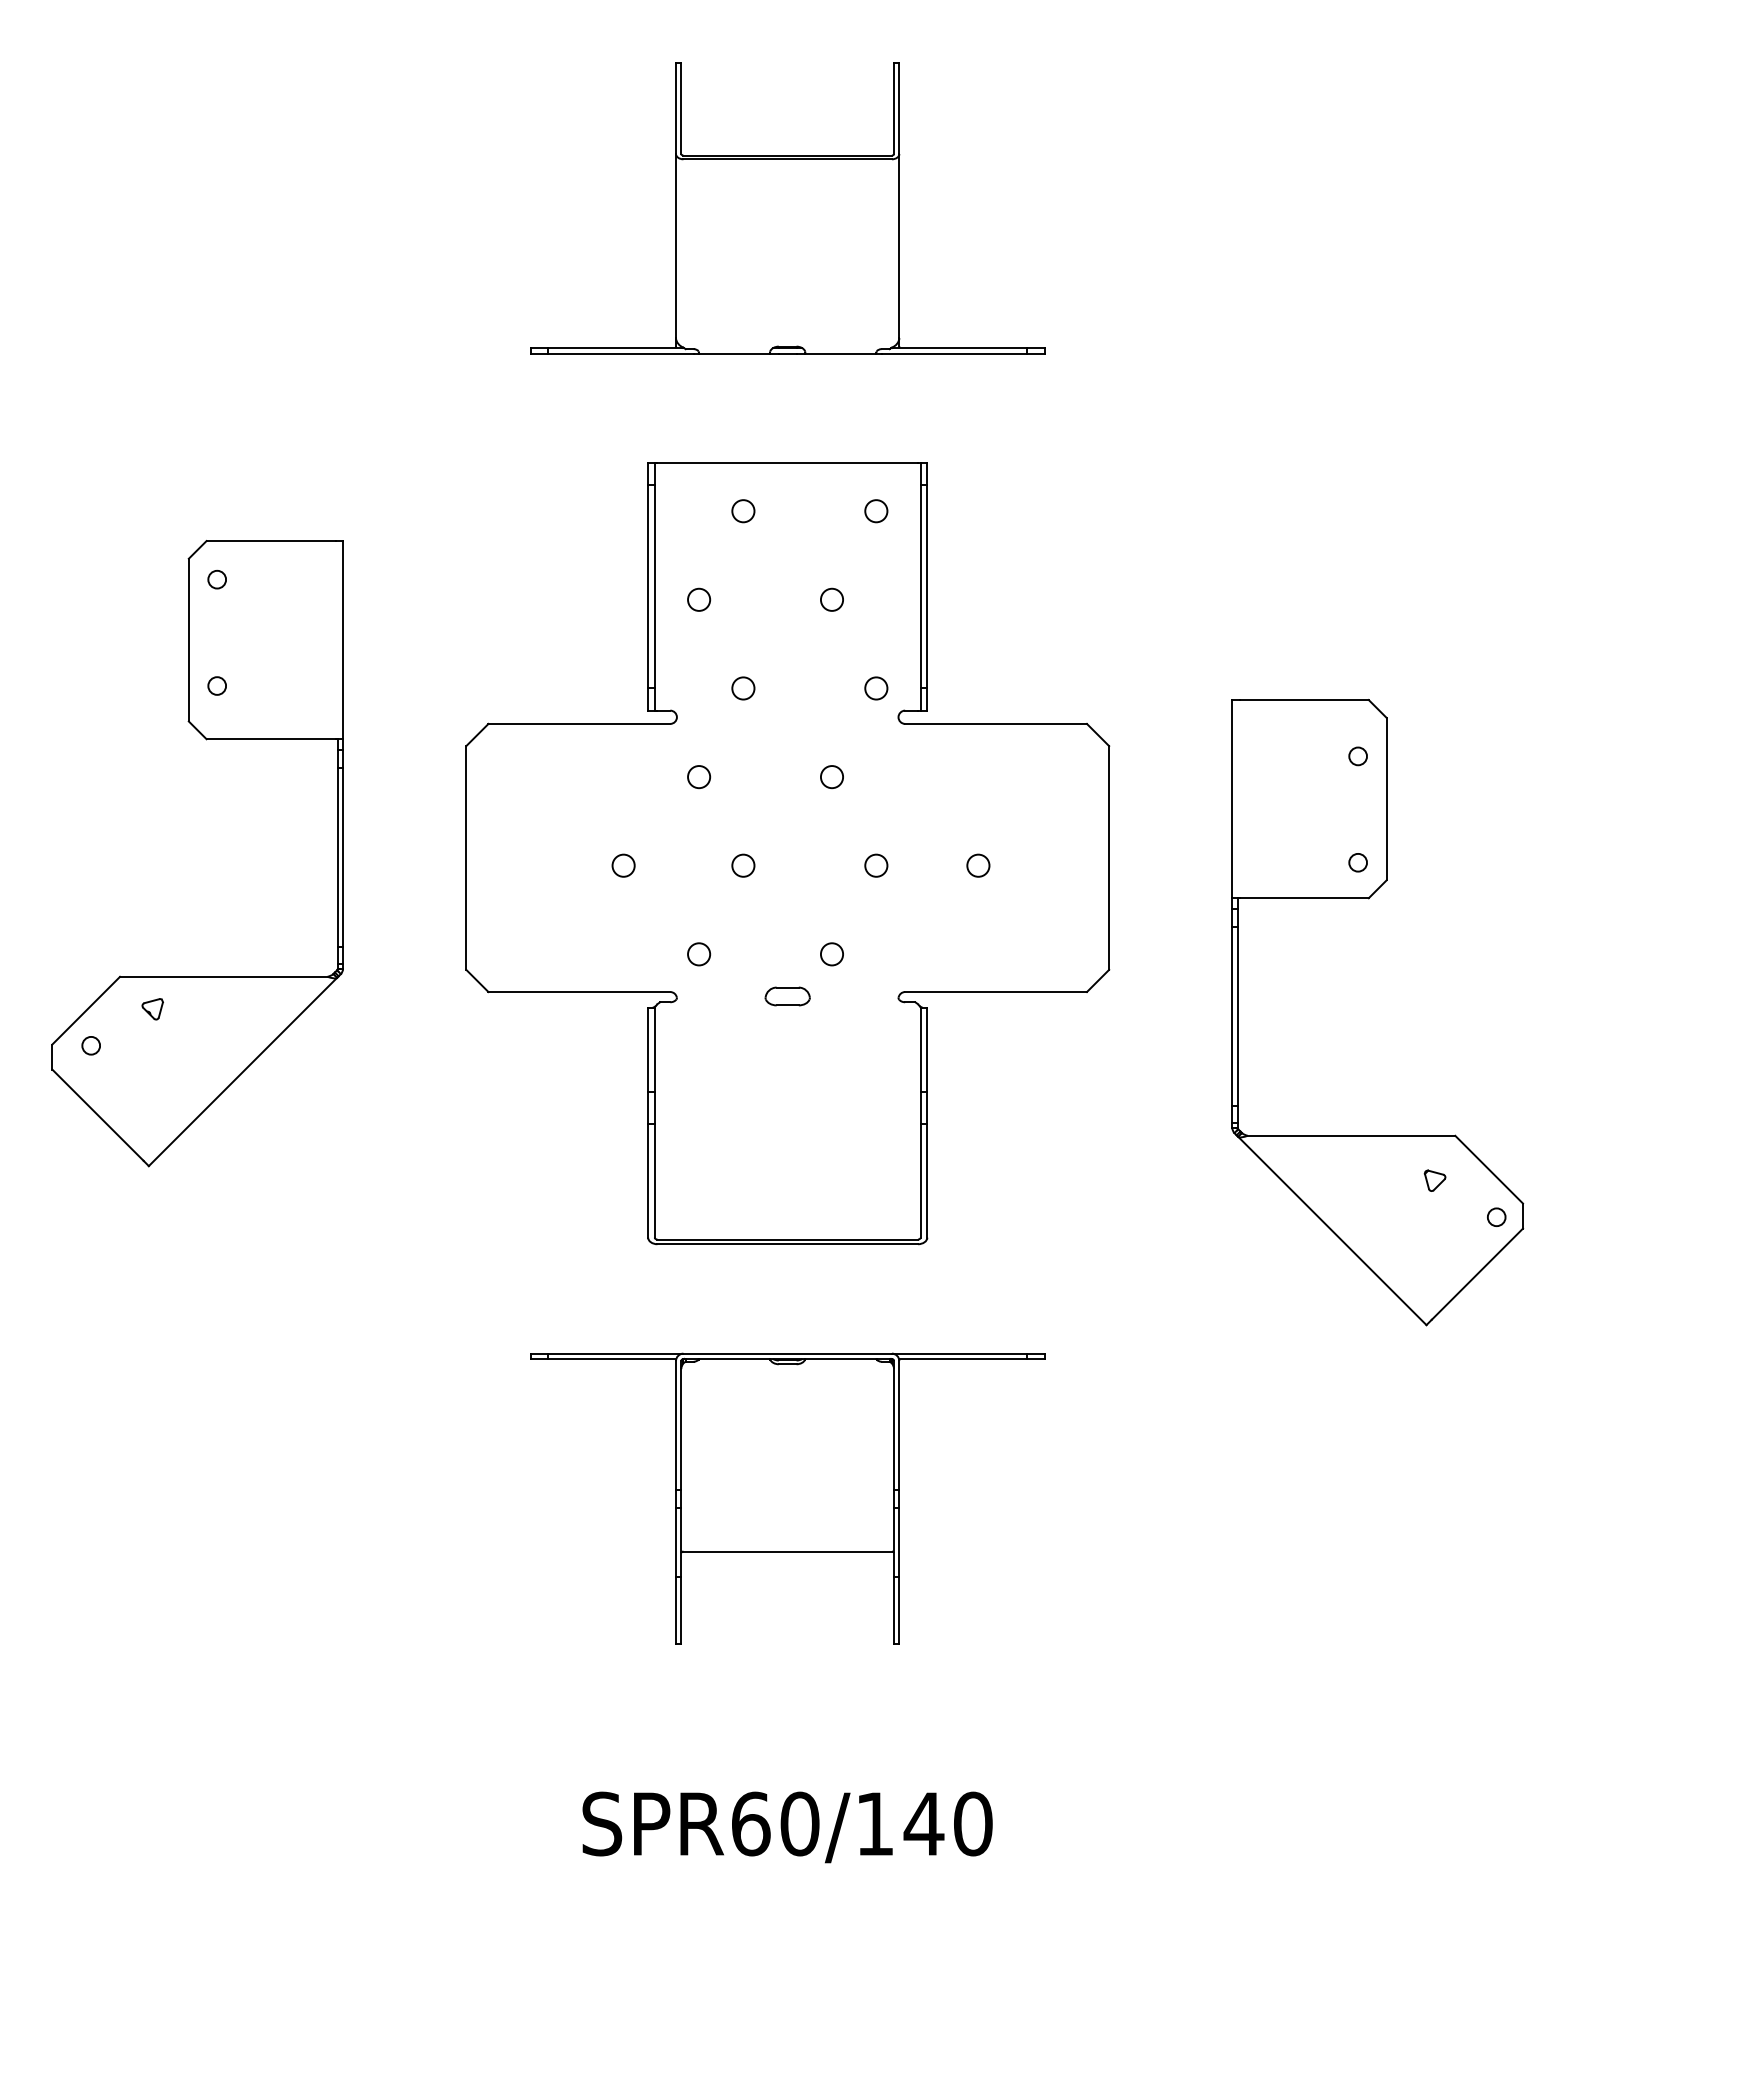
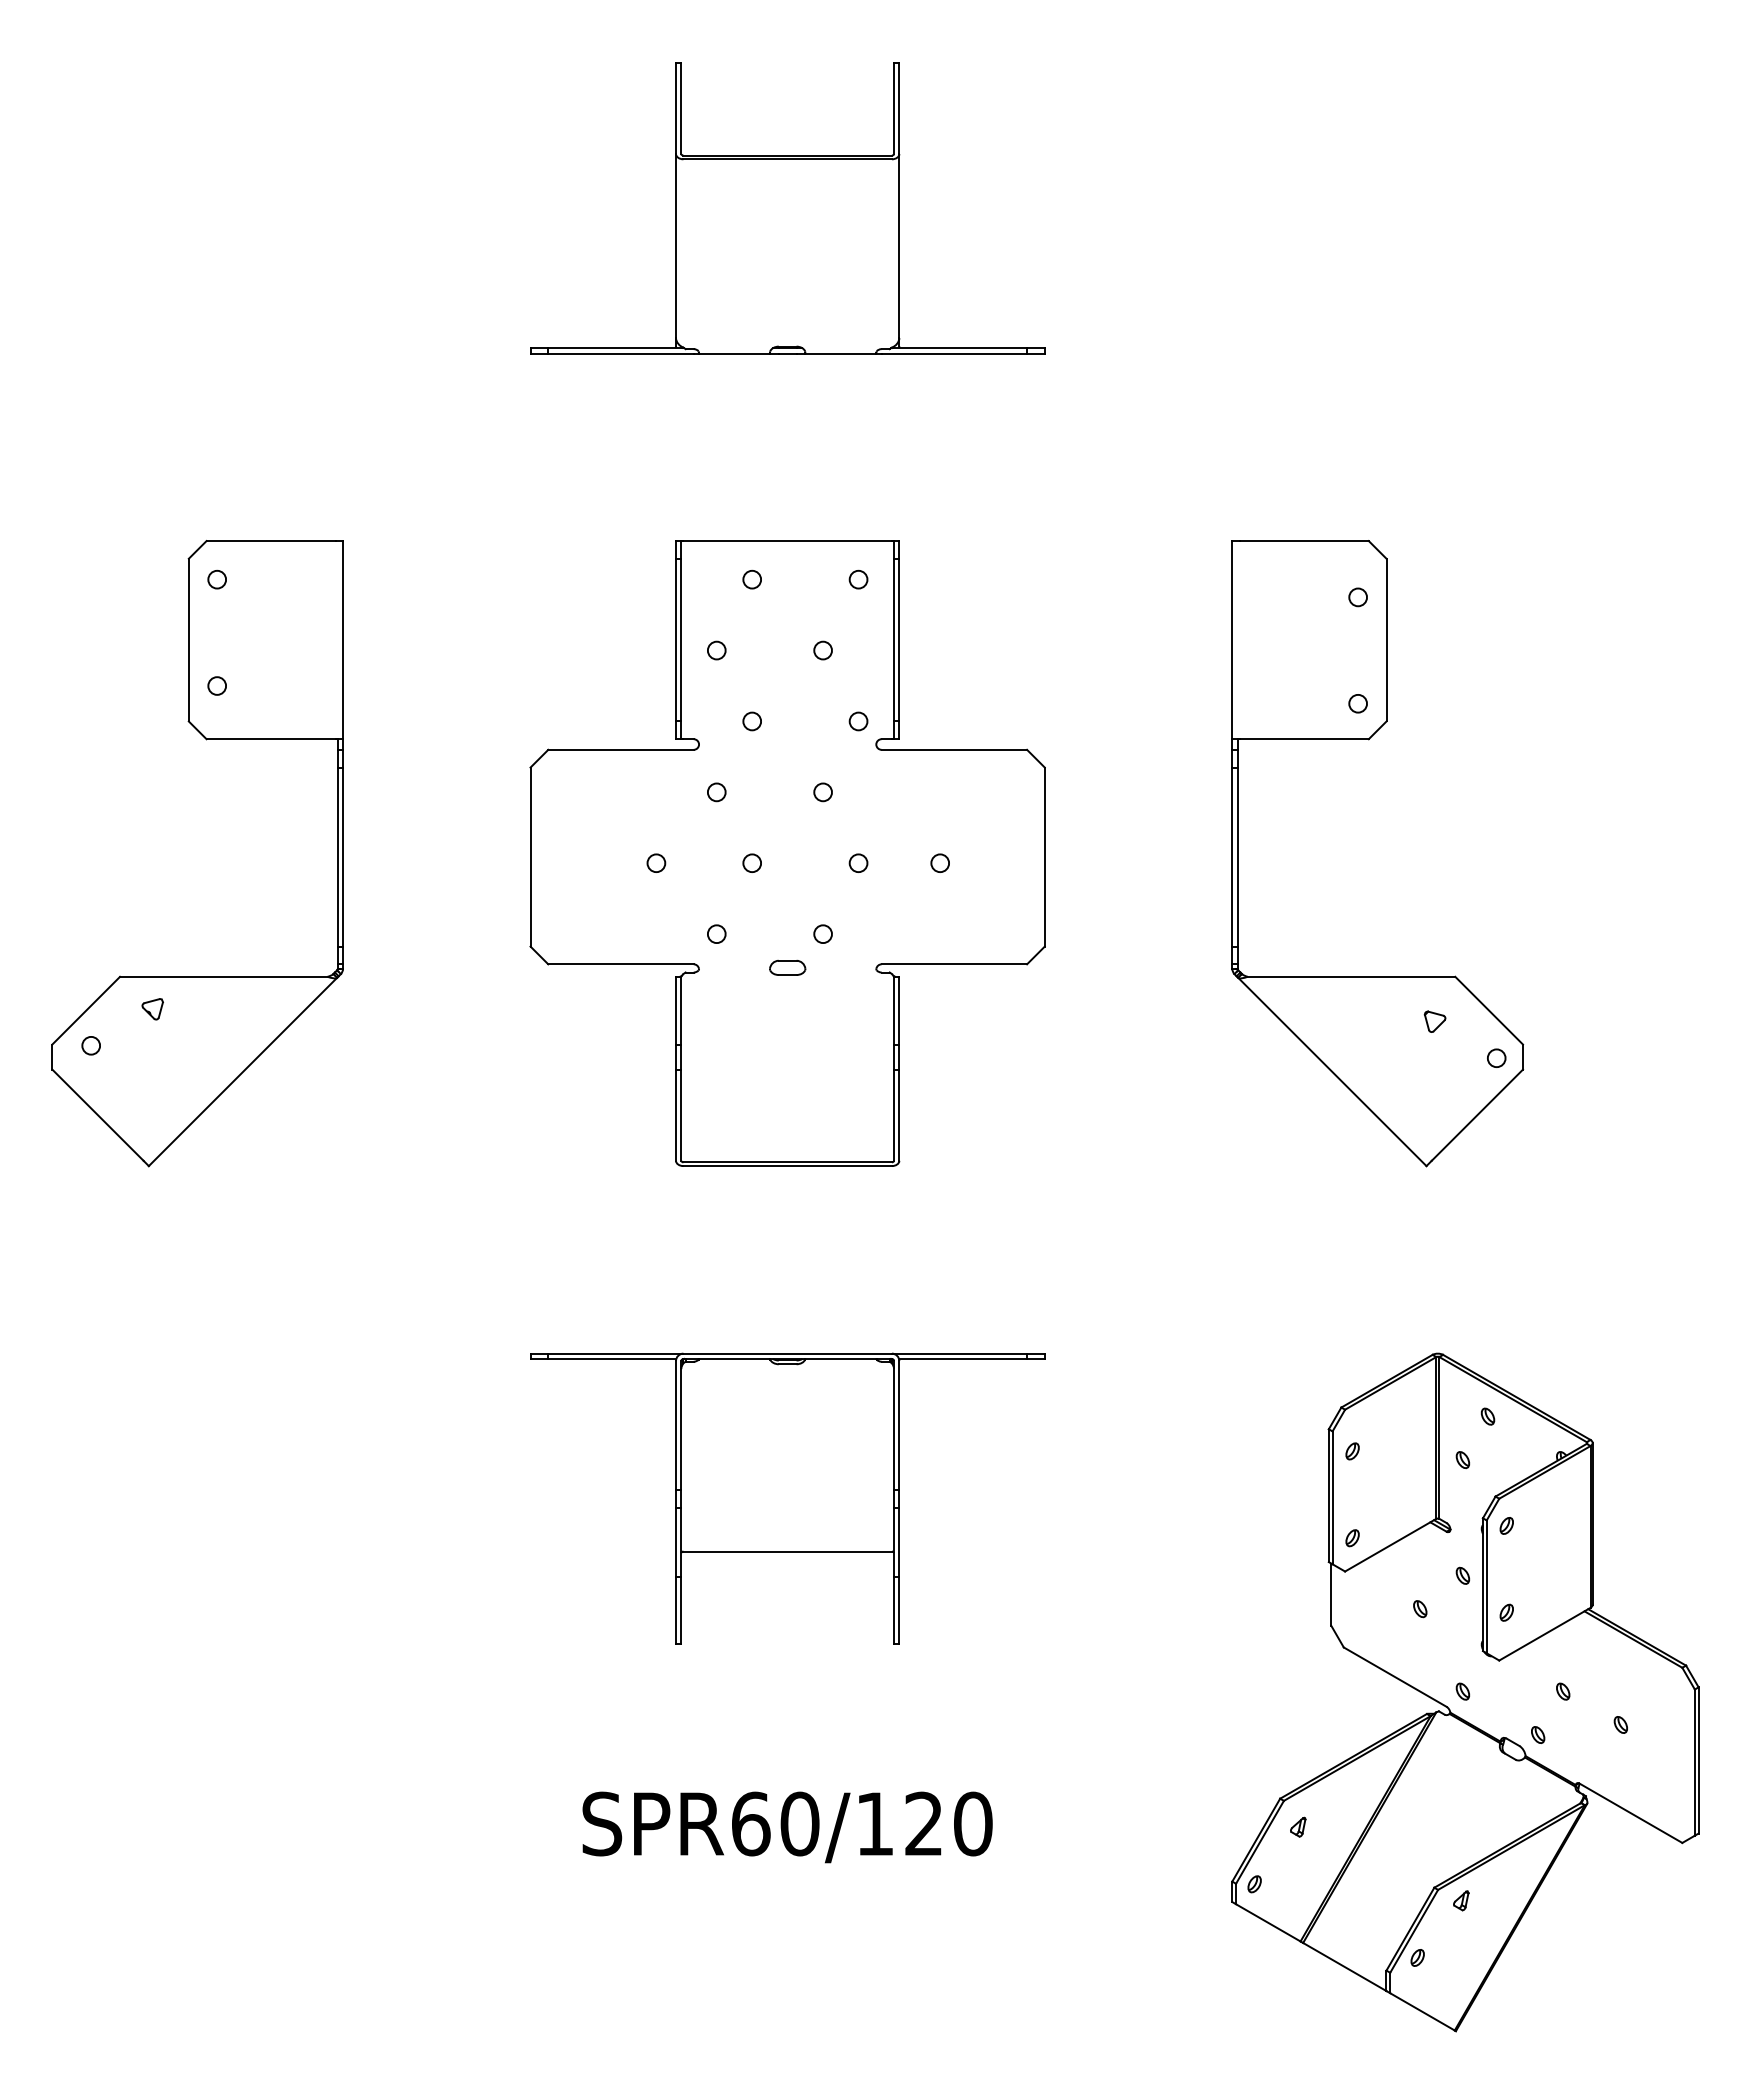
part at (787, 853) size: 646x784 px -> 517x627 px
part at (1368, 899) position: (1368, 899) -> (1368, 740)
part at (1465, 1692): none -> present
text at (923, 1823): SPR60/140 -> SPR60/120
